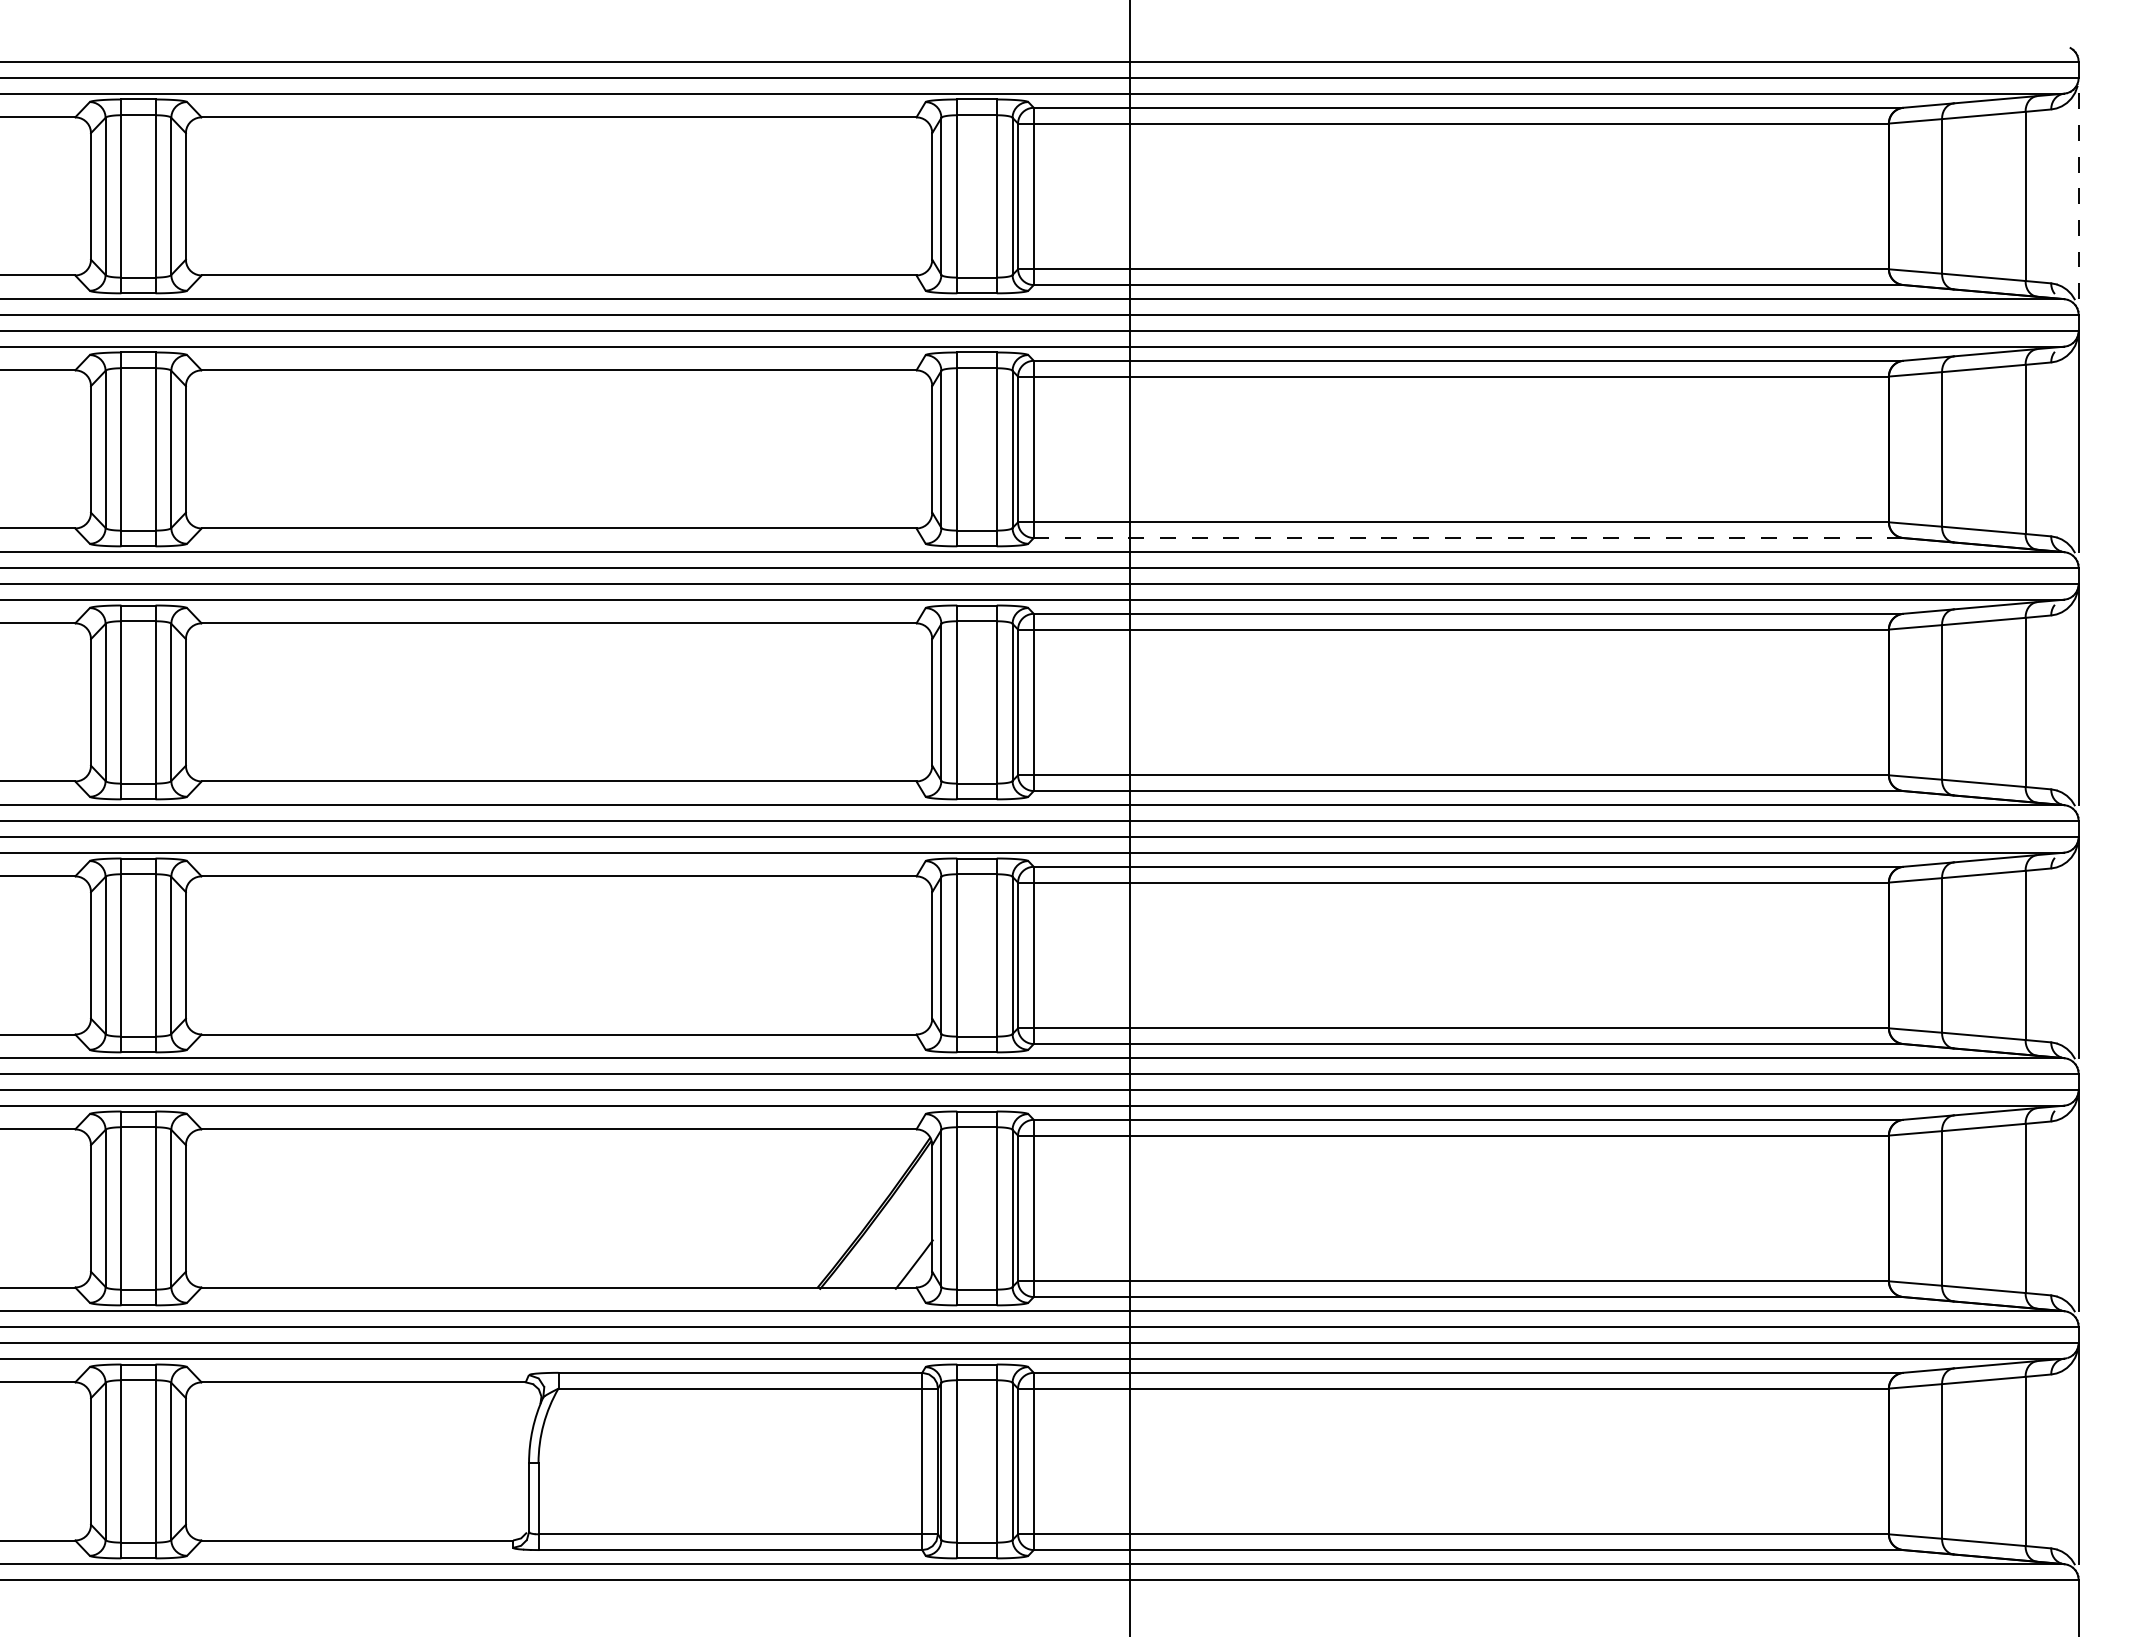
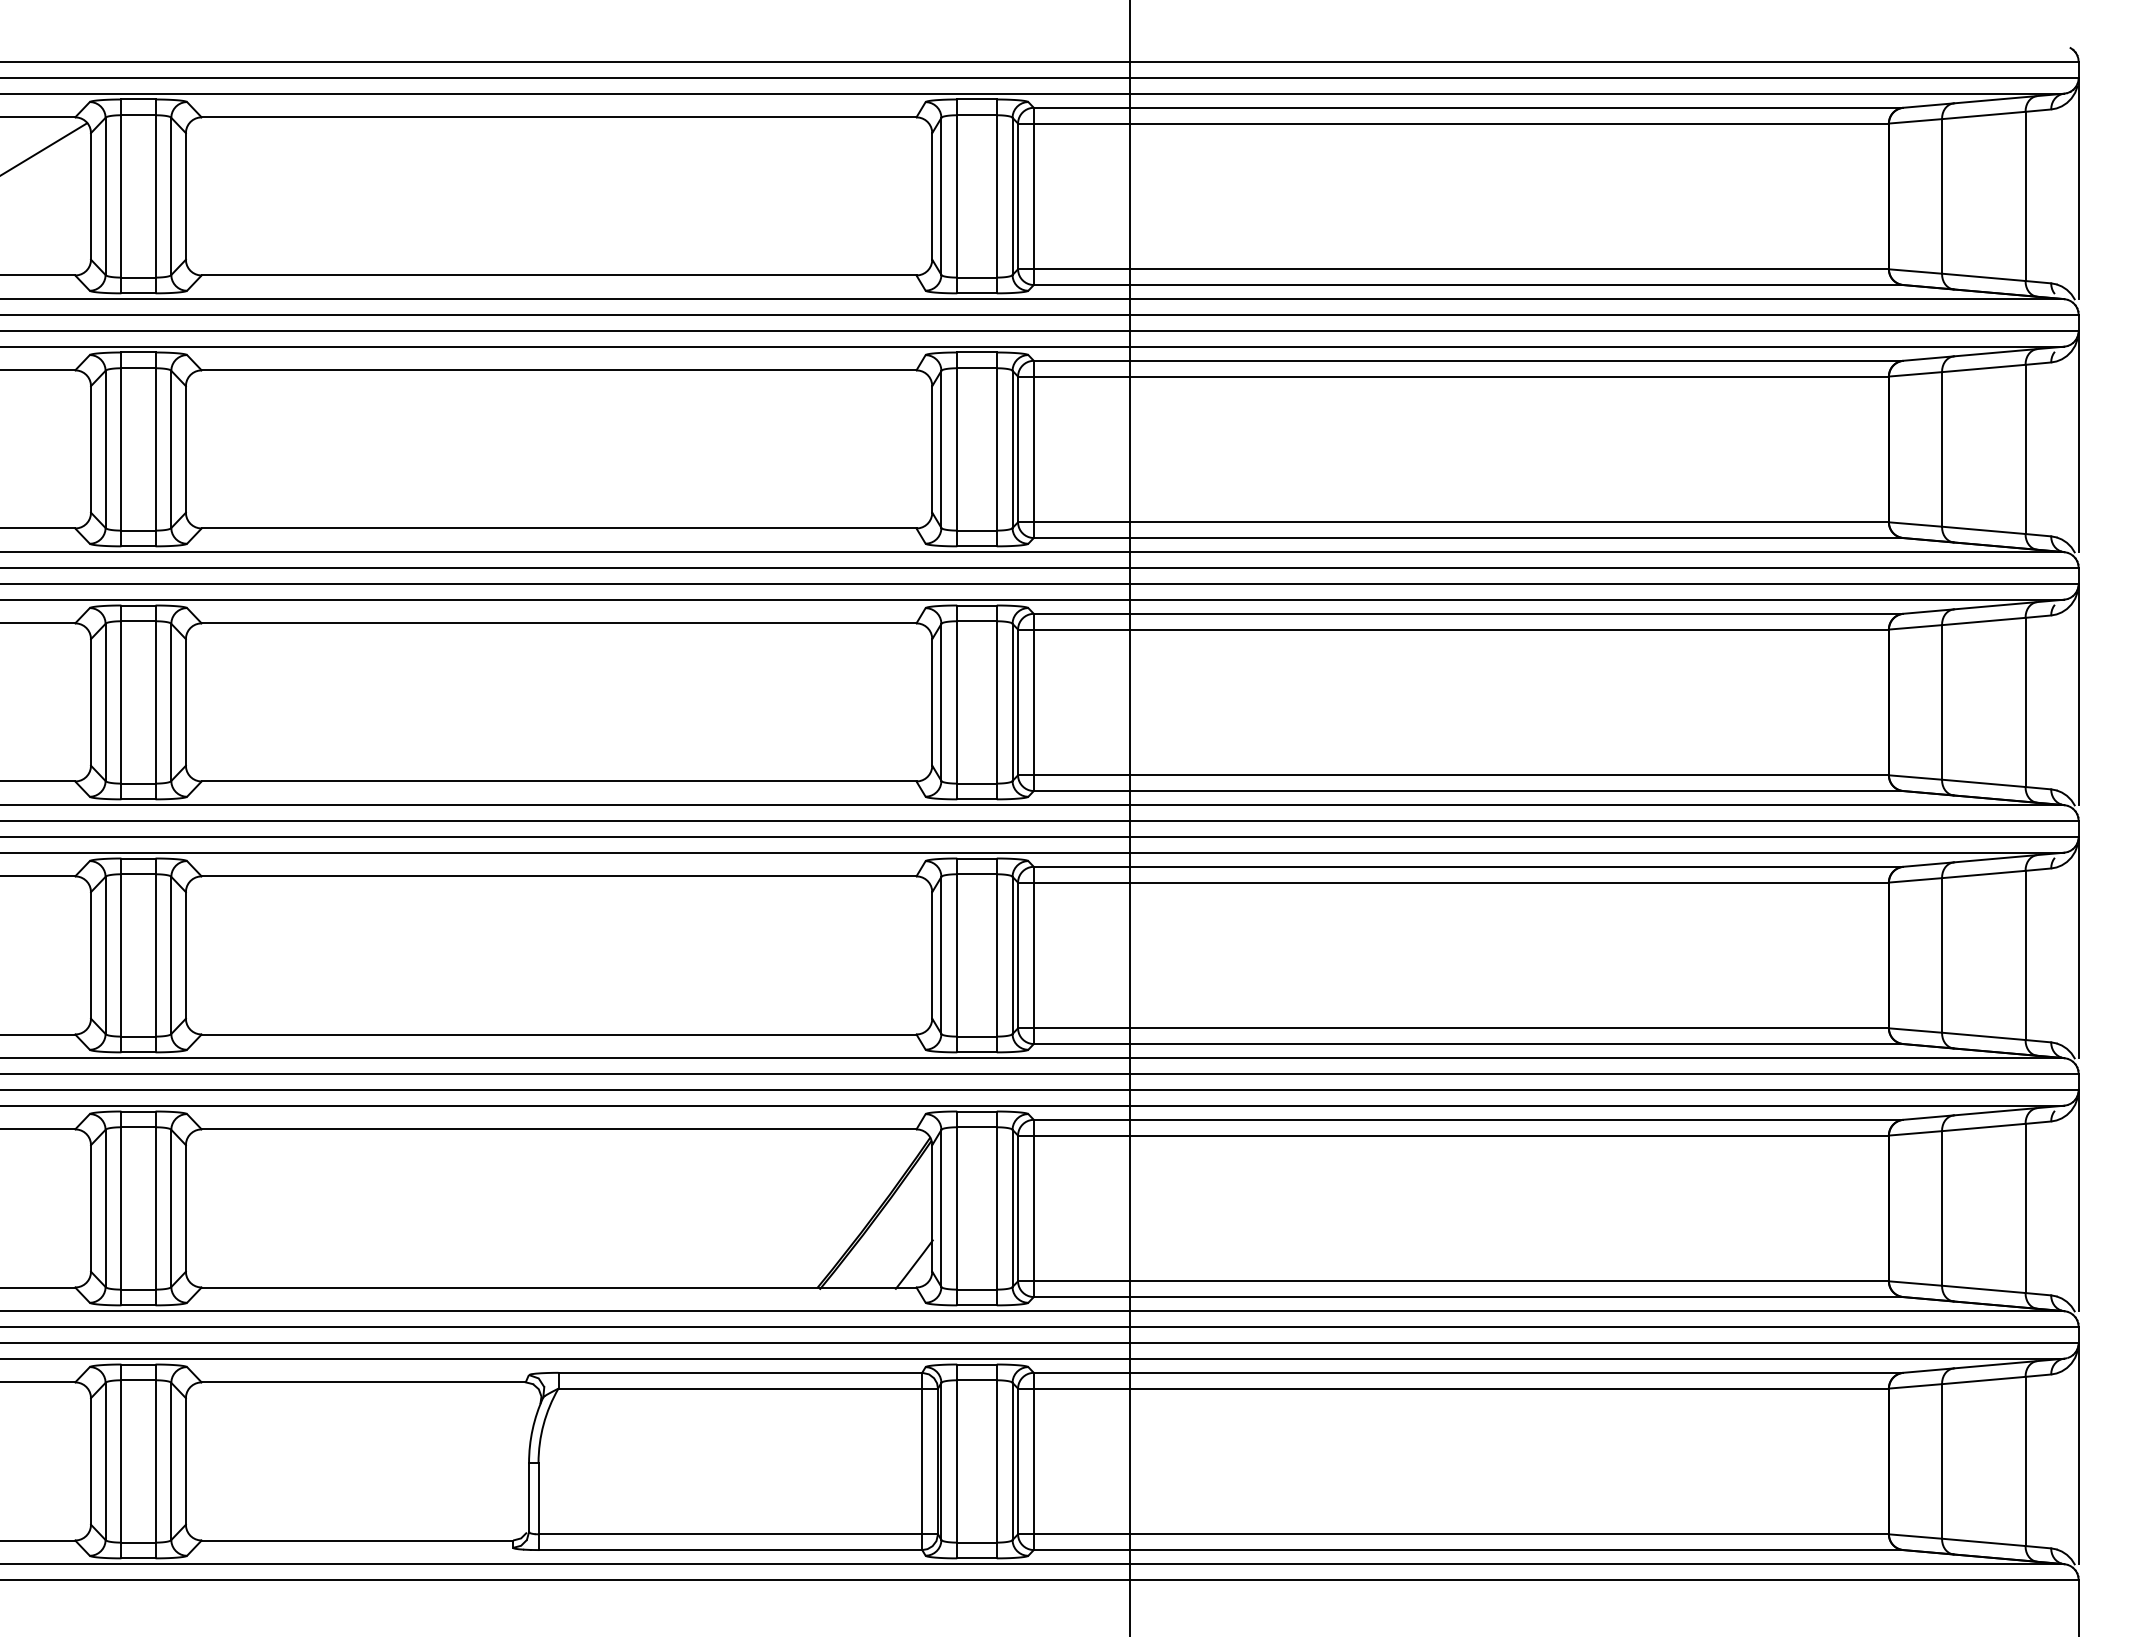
line at (44, 148): none -> present
line at (2078, 180): dashed -> solid
line at (1468, 538): dashed -> solid
